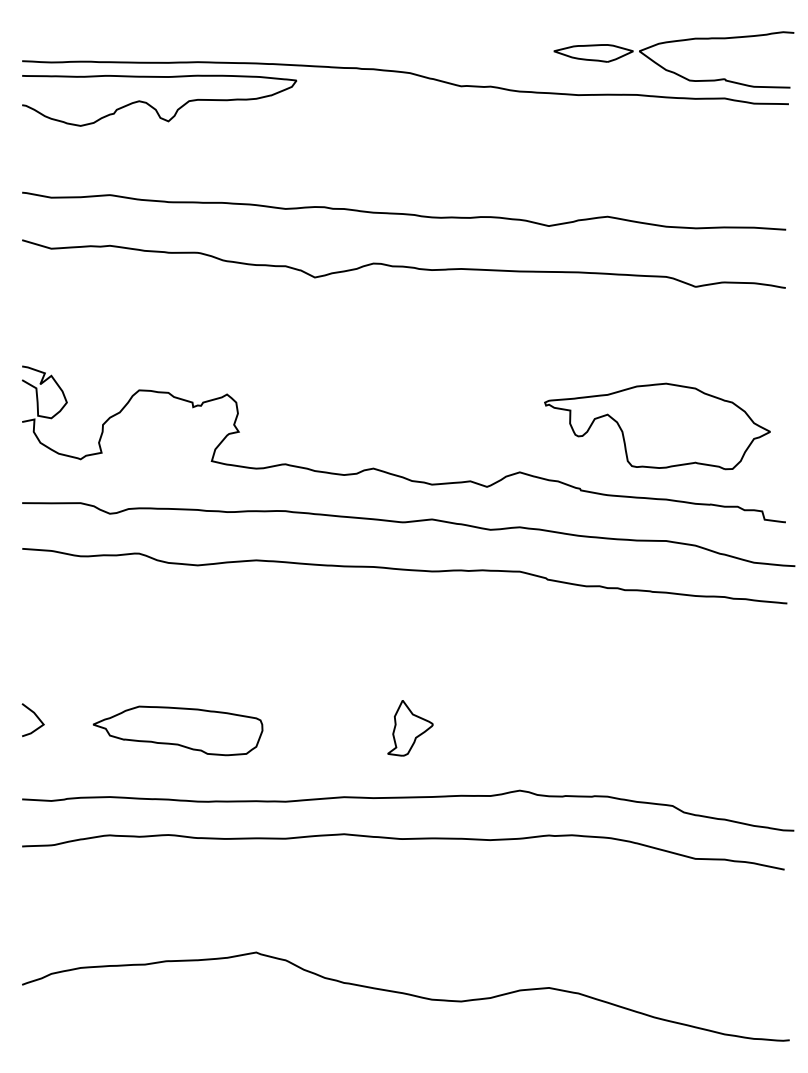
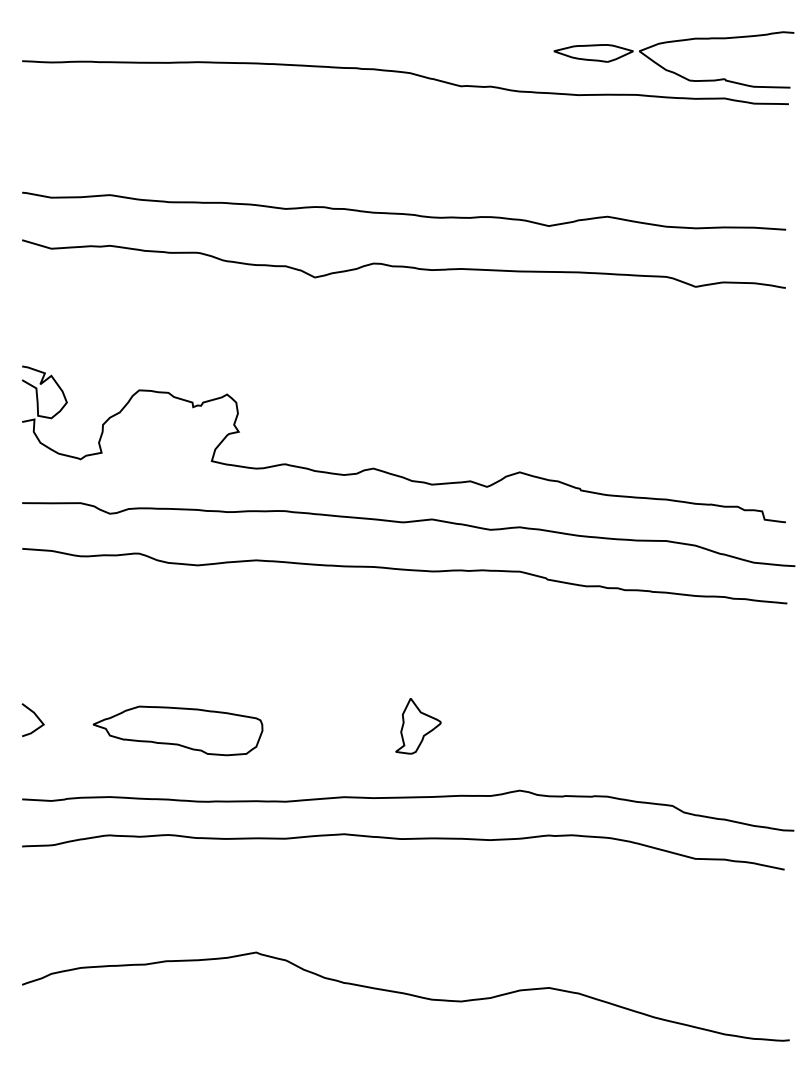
curve at (153, 106): present -> none
part at (657, 426): present -> none
part at (410, 728) position: (410, 728) -> (418, 726)
